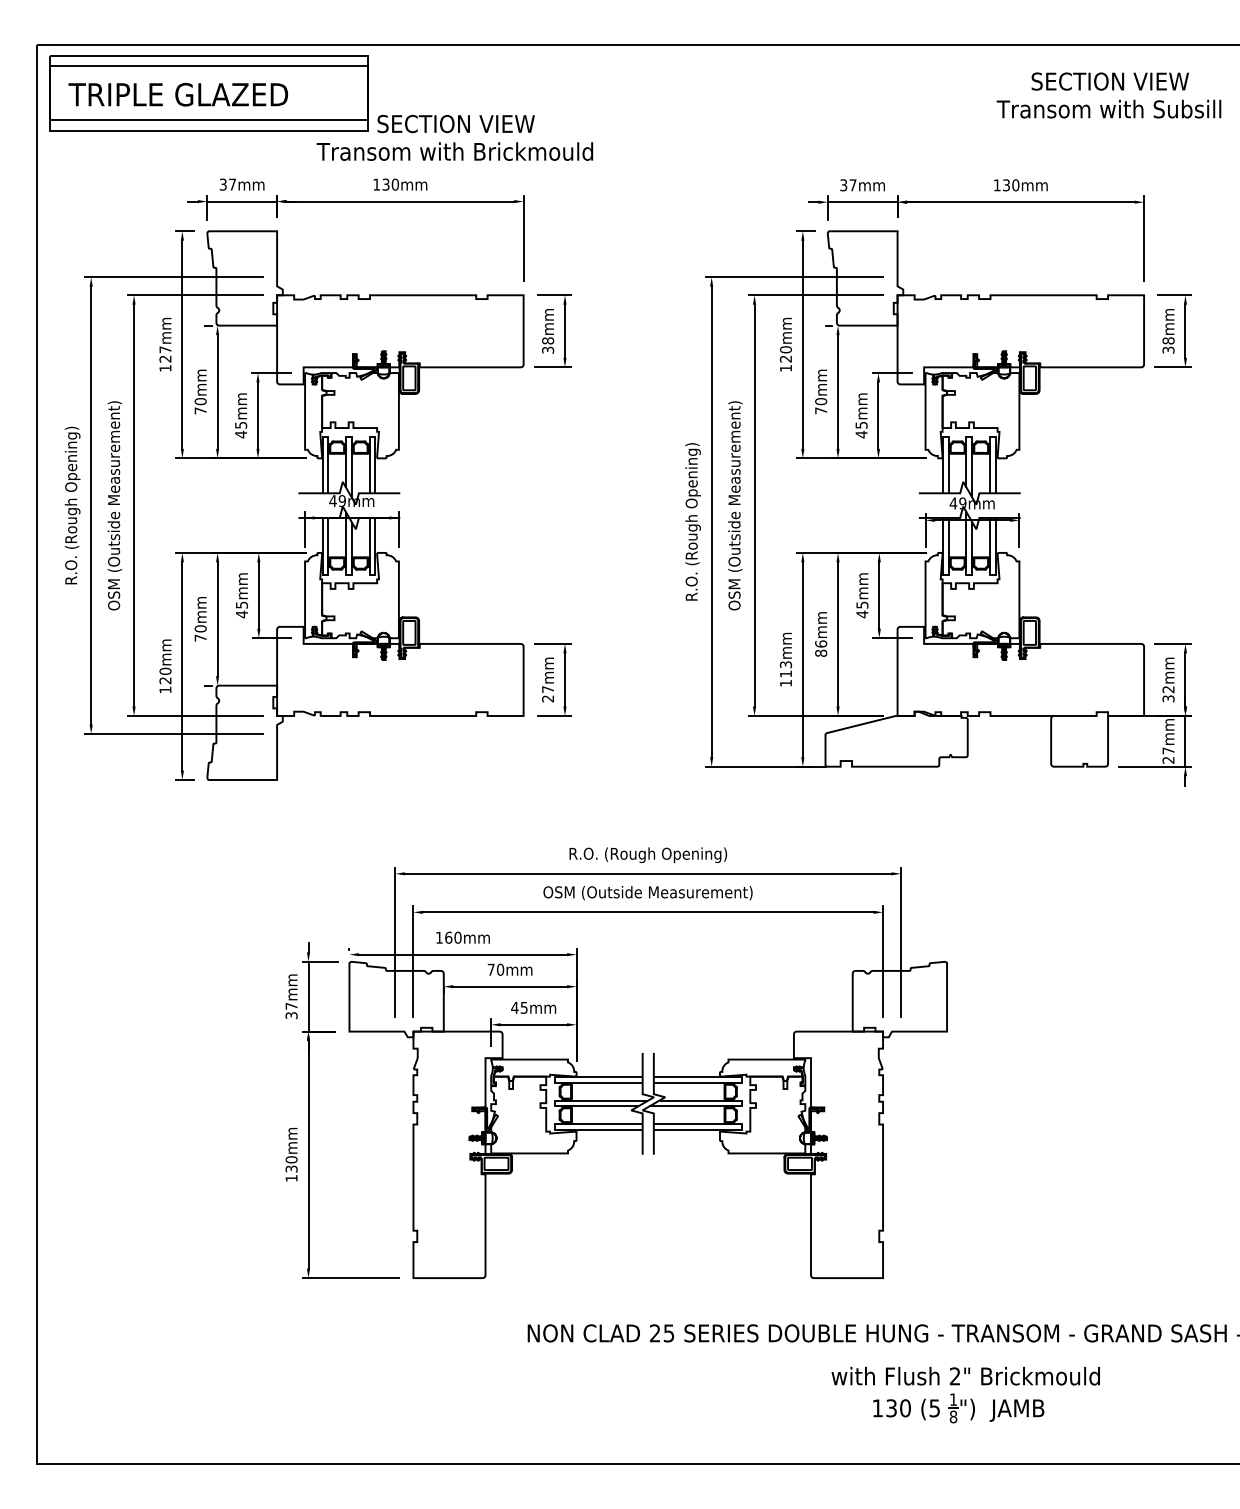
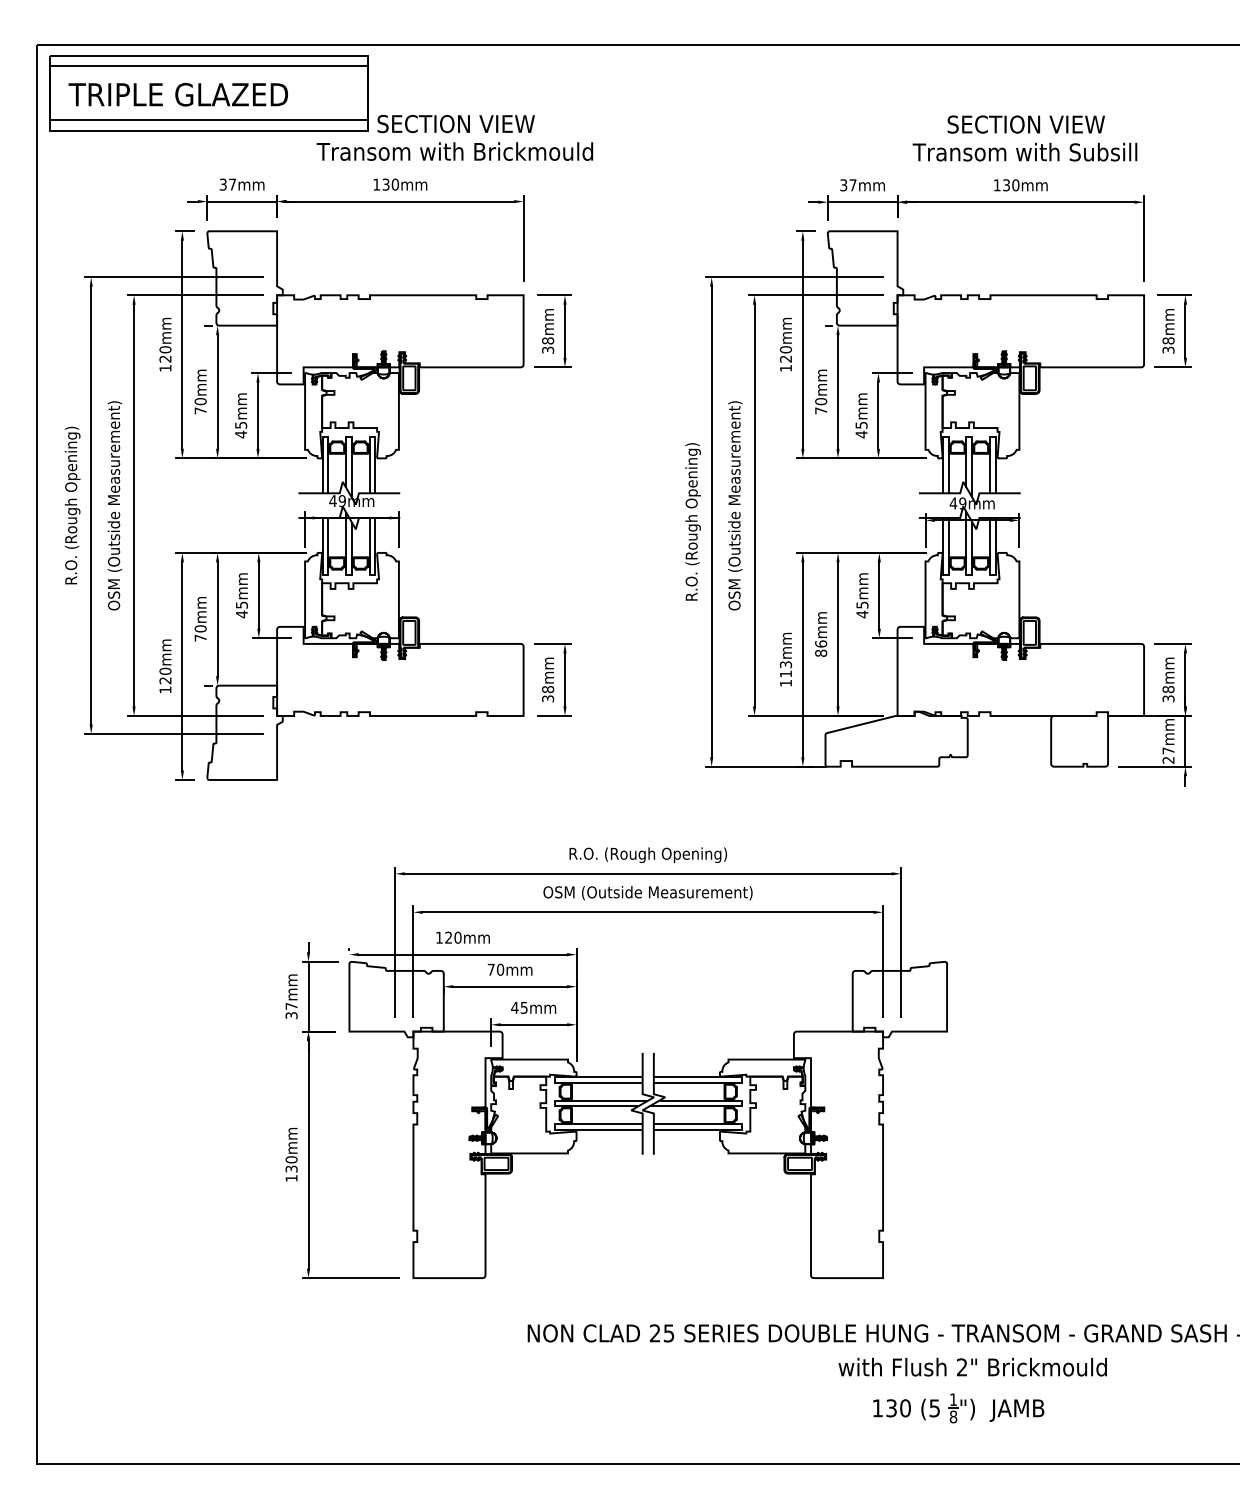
text at (1108, 95) position: (1108, 95) -> (1024, 138)
text at (165, 349): 127mm -> 120mm
text at (1168, 689): 32mm -> 38mm
text at (548, 694): 27mm -> 38mm
text at (448, 937): 160mm -> 120mm
text at (965, 1375) position: (965, 1375) -> (972, 1366)
